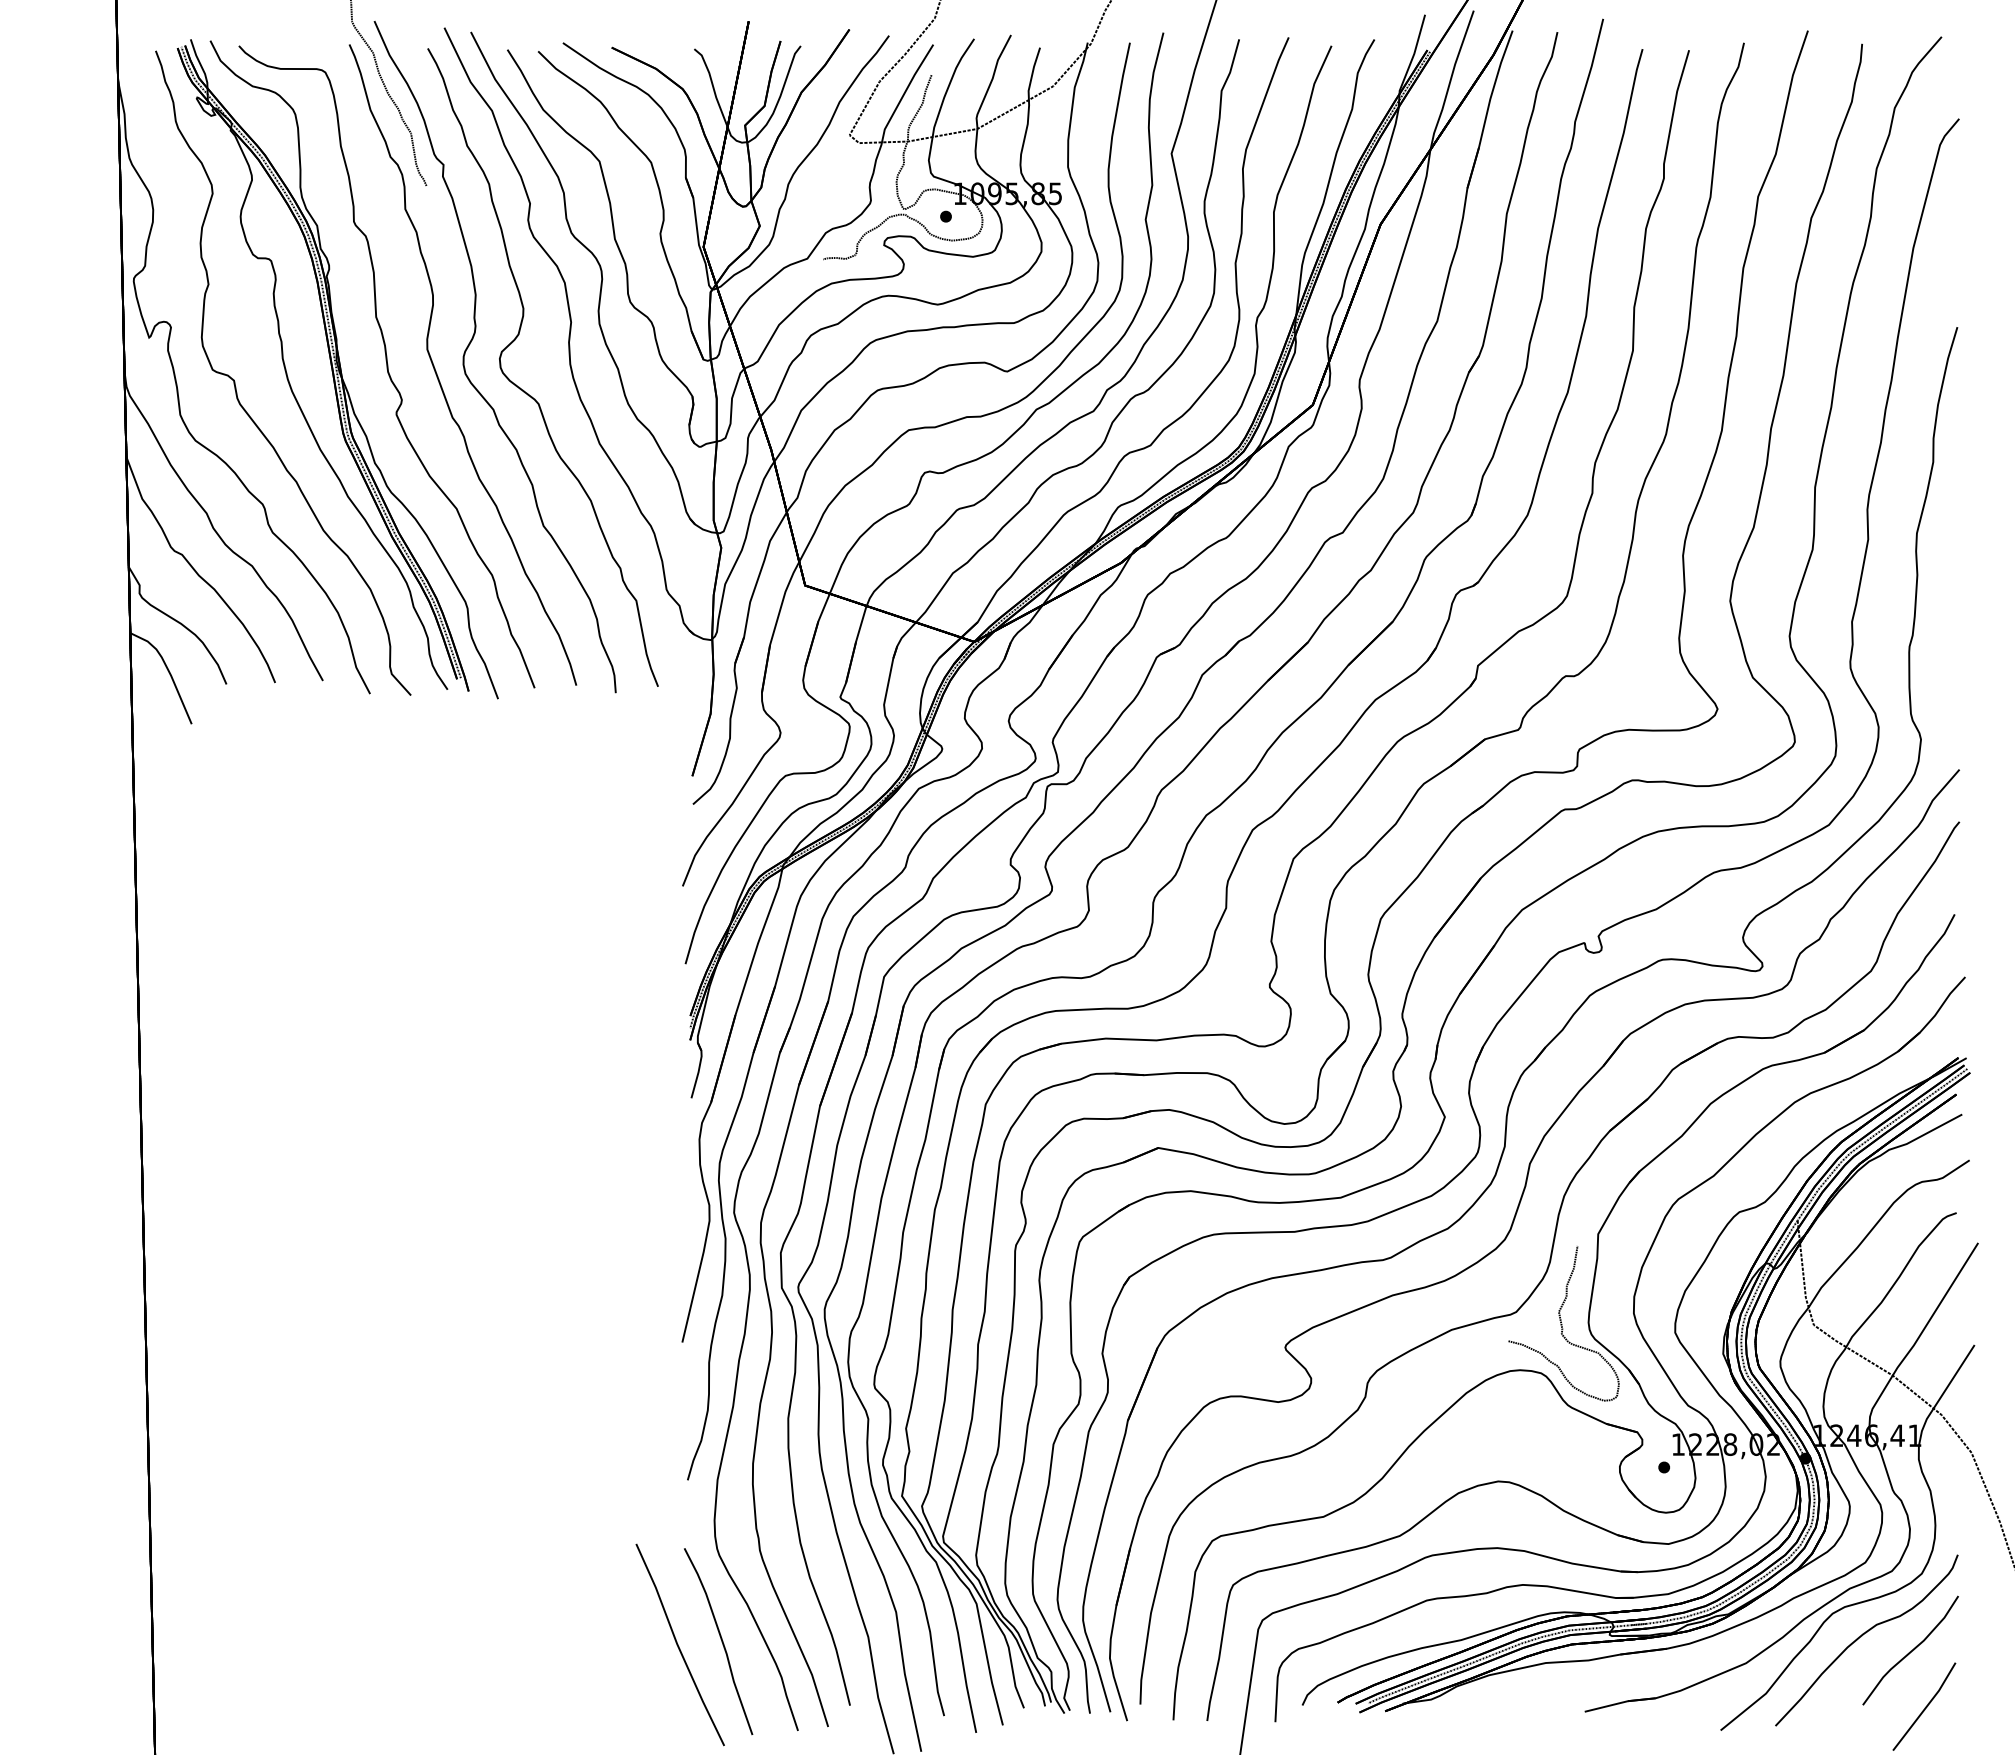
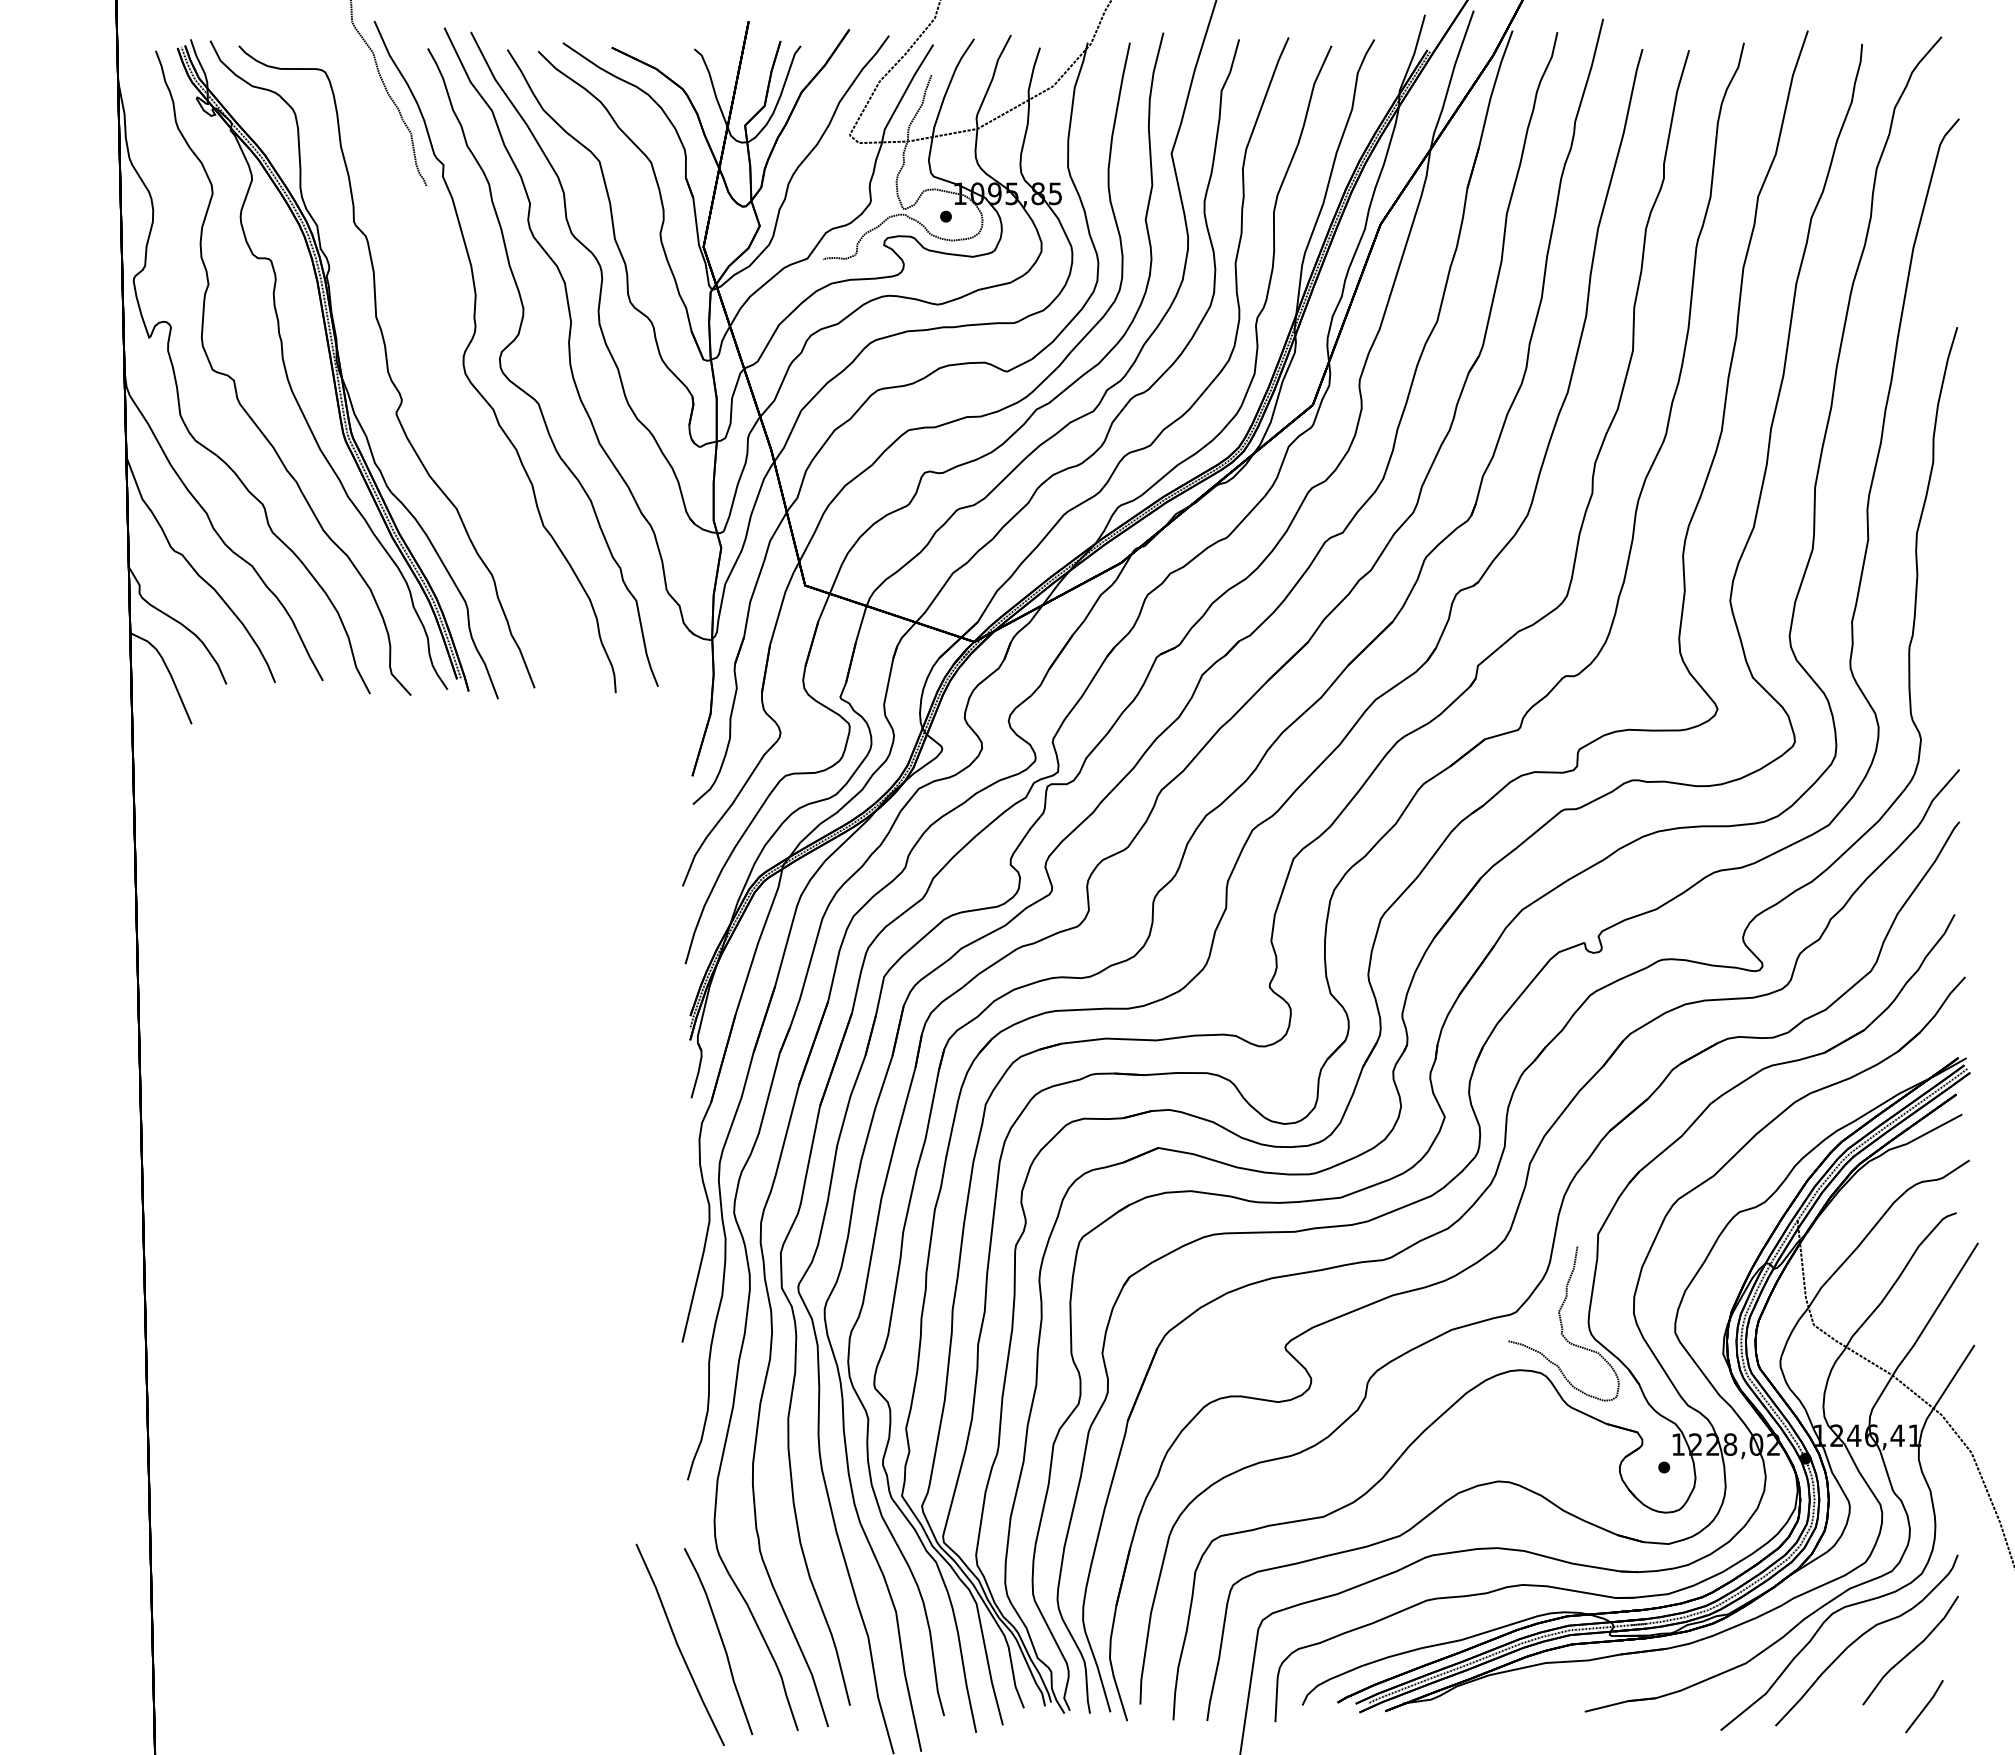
part at (437, 373): present -> none
part at (1924, 1706) size: 65x89 px -> 39x54 px
